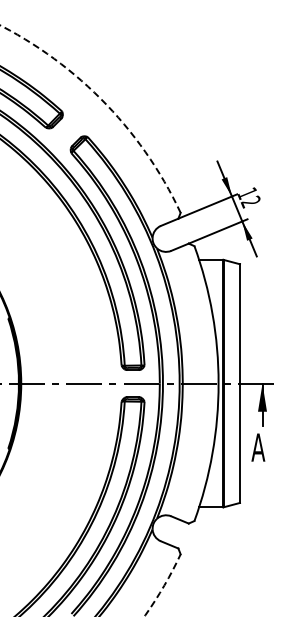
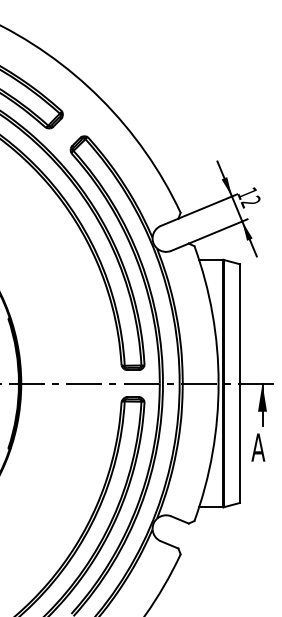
arc at (105, 103): dashed -> solid
arc at (163, 586): dashed -> solid
